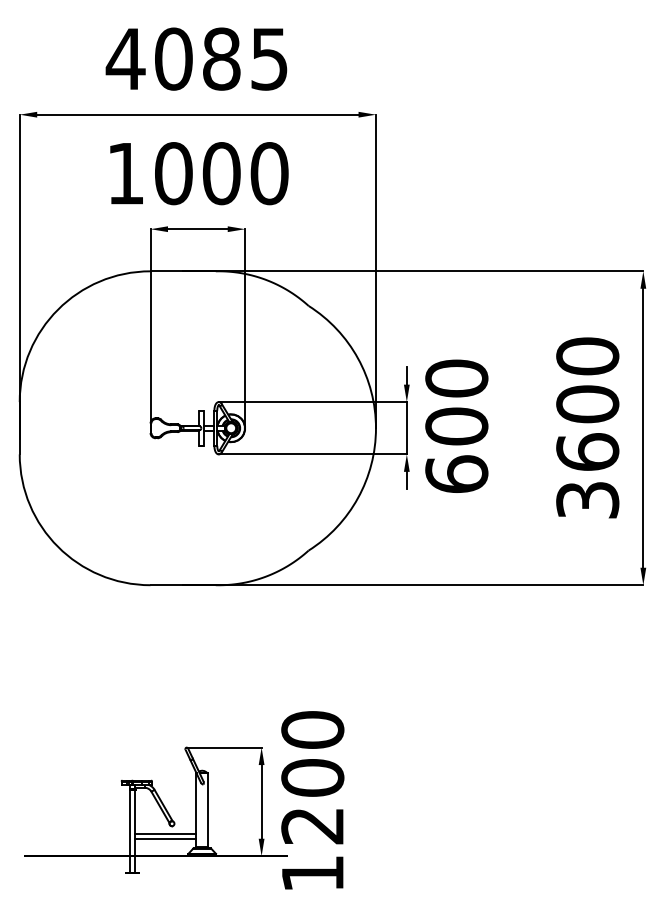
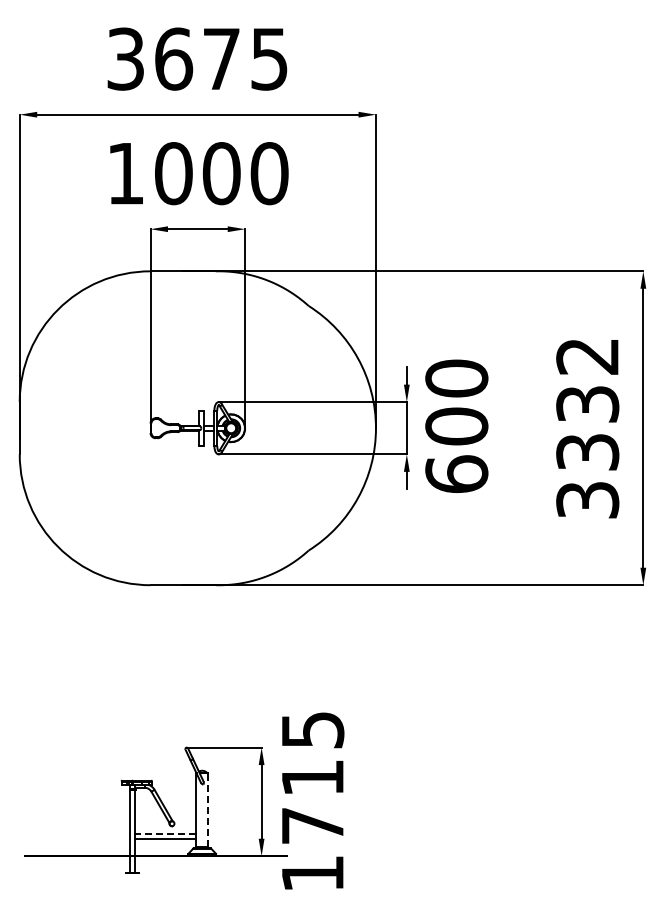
text at (172, 58): 4085 -> 3675
text at (587, 403): 3600 -> 3332
text at (312, 777): 1200 -> 1715
line at (208, 809): solid -> dashed
line at (165, 833): solid -> dashed
